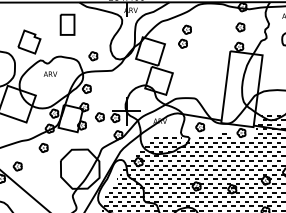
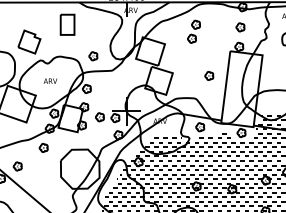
part at (184, 36) position: (184, 36) -> (193, 31)
text at (50, 73) position: (50, 73) -> (50, 80)
part at (209, 75): none -> present
